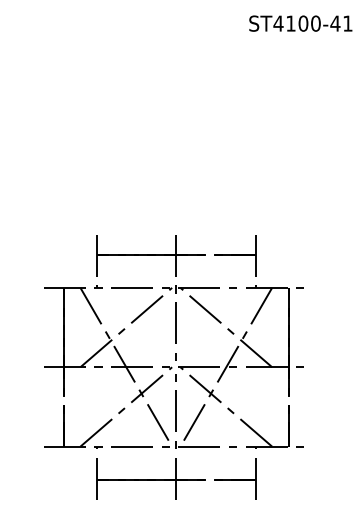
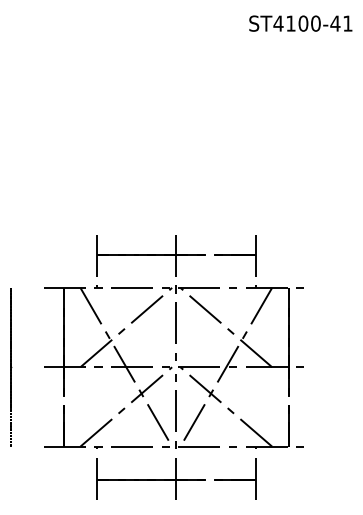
line at (11, 367): none -> present
